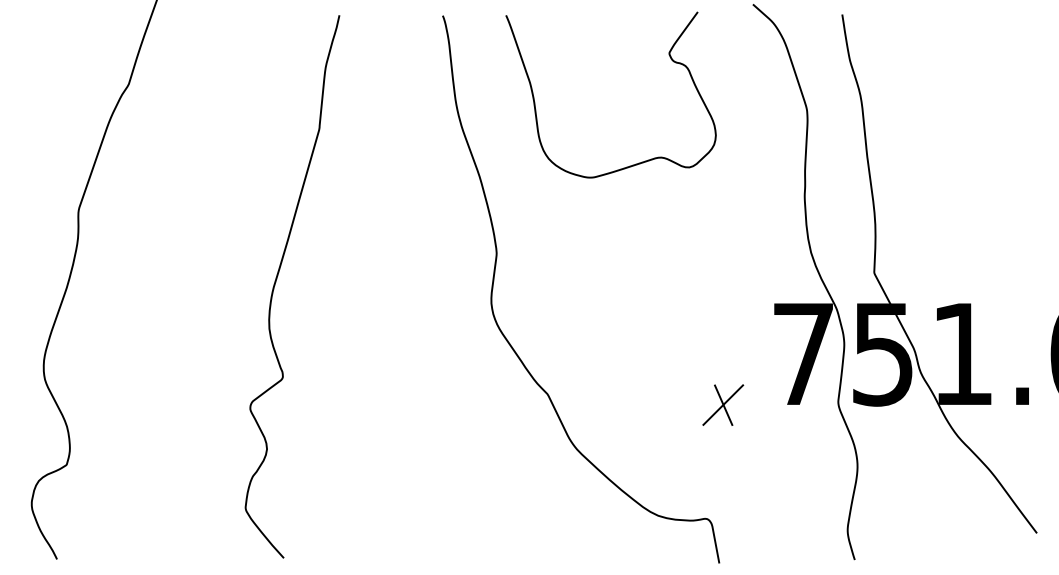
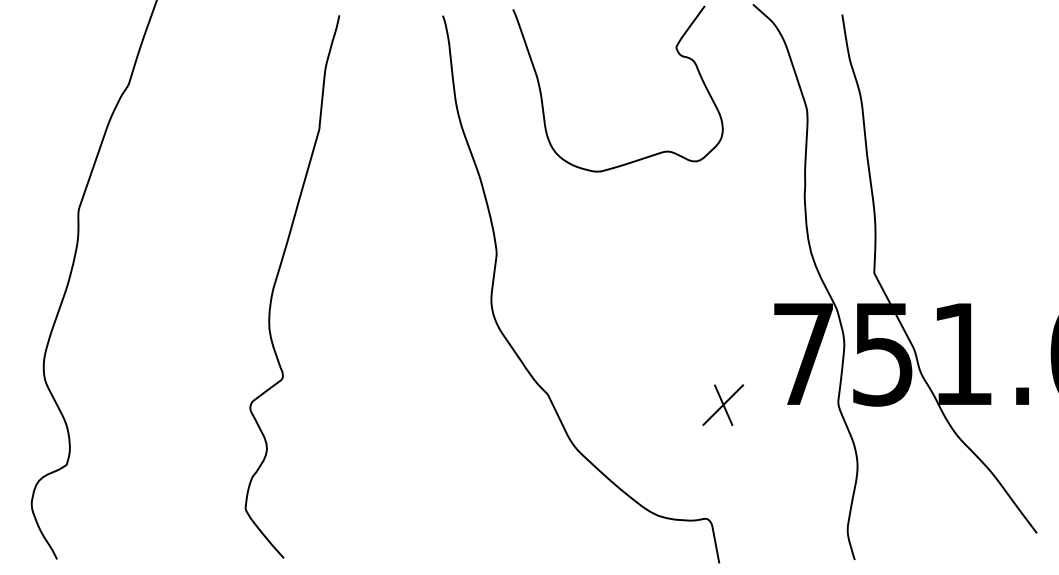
curve at (669, 57) position: (669, 57) -> (676, 51)
